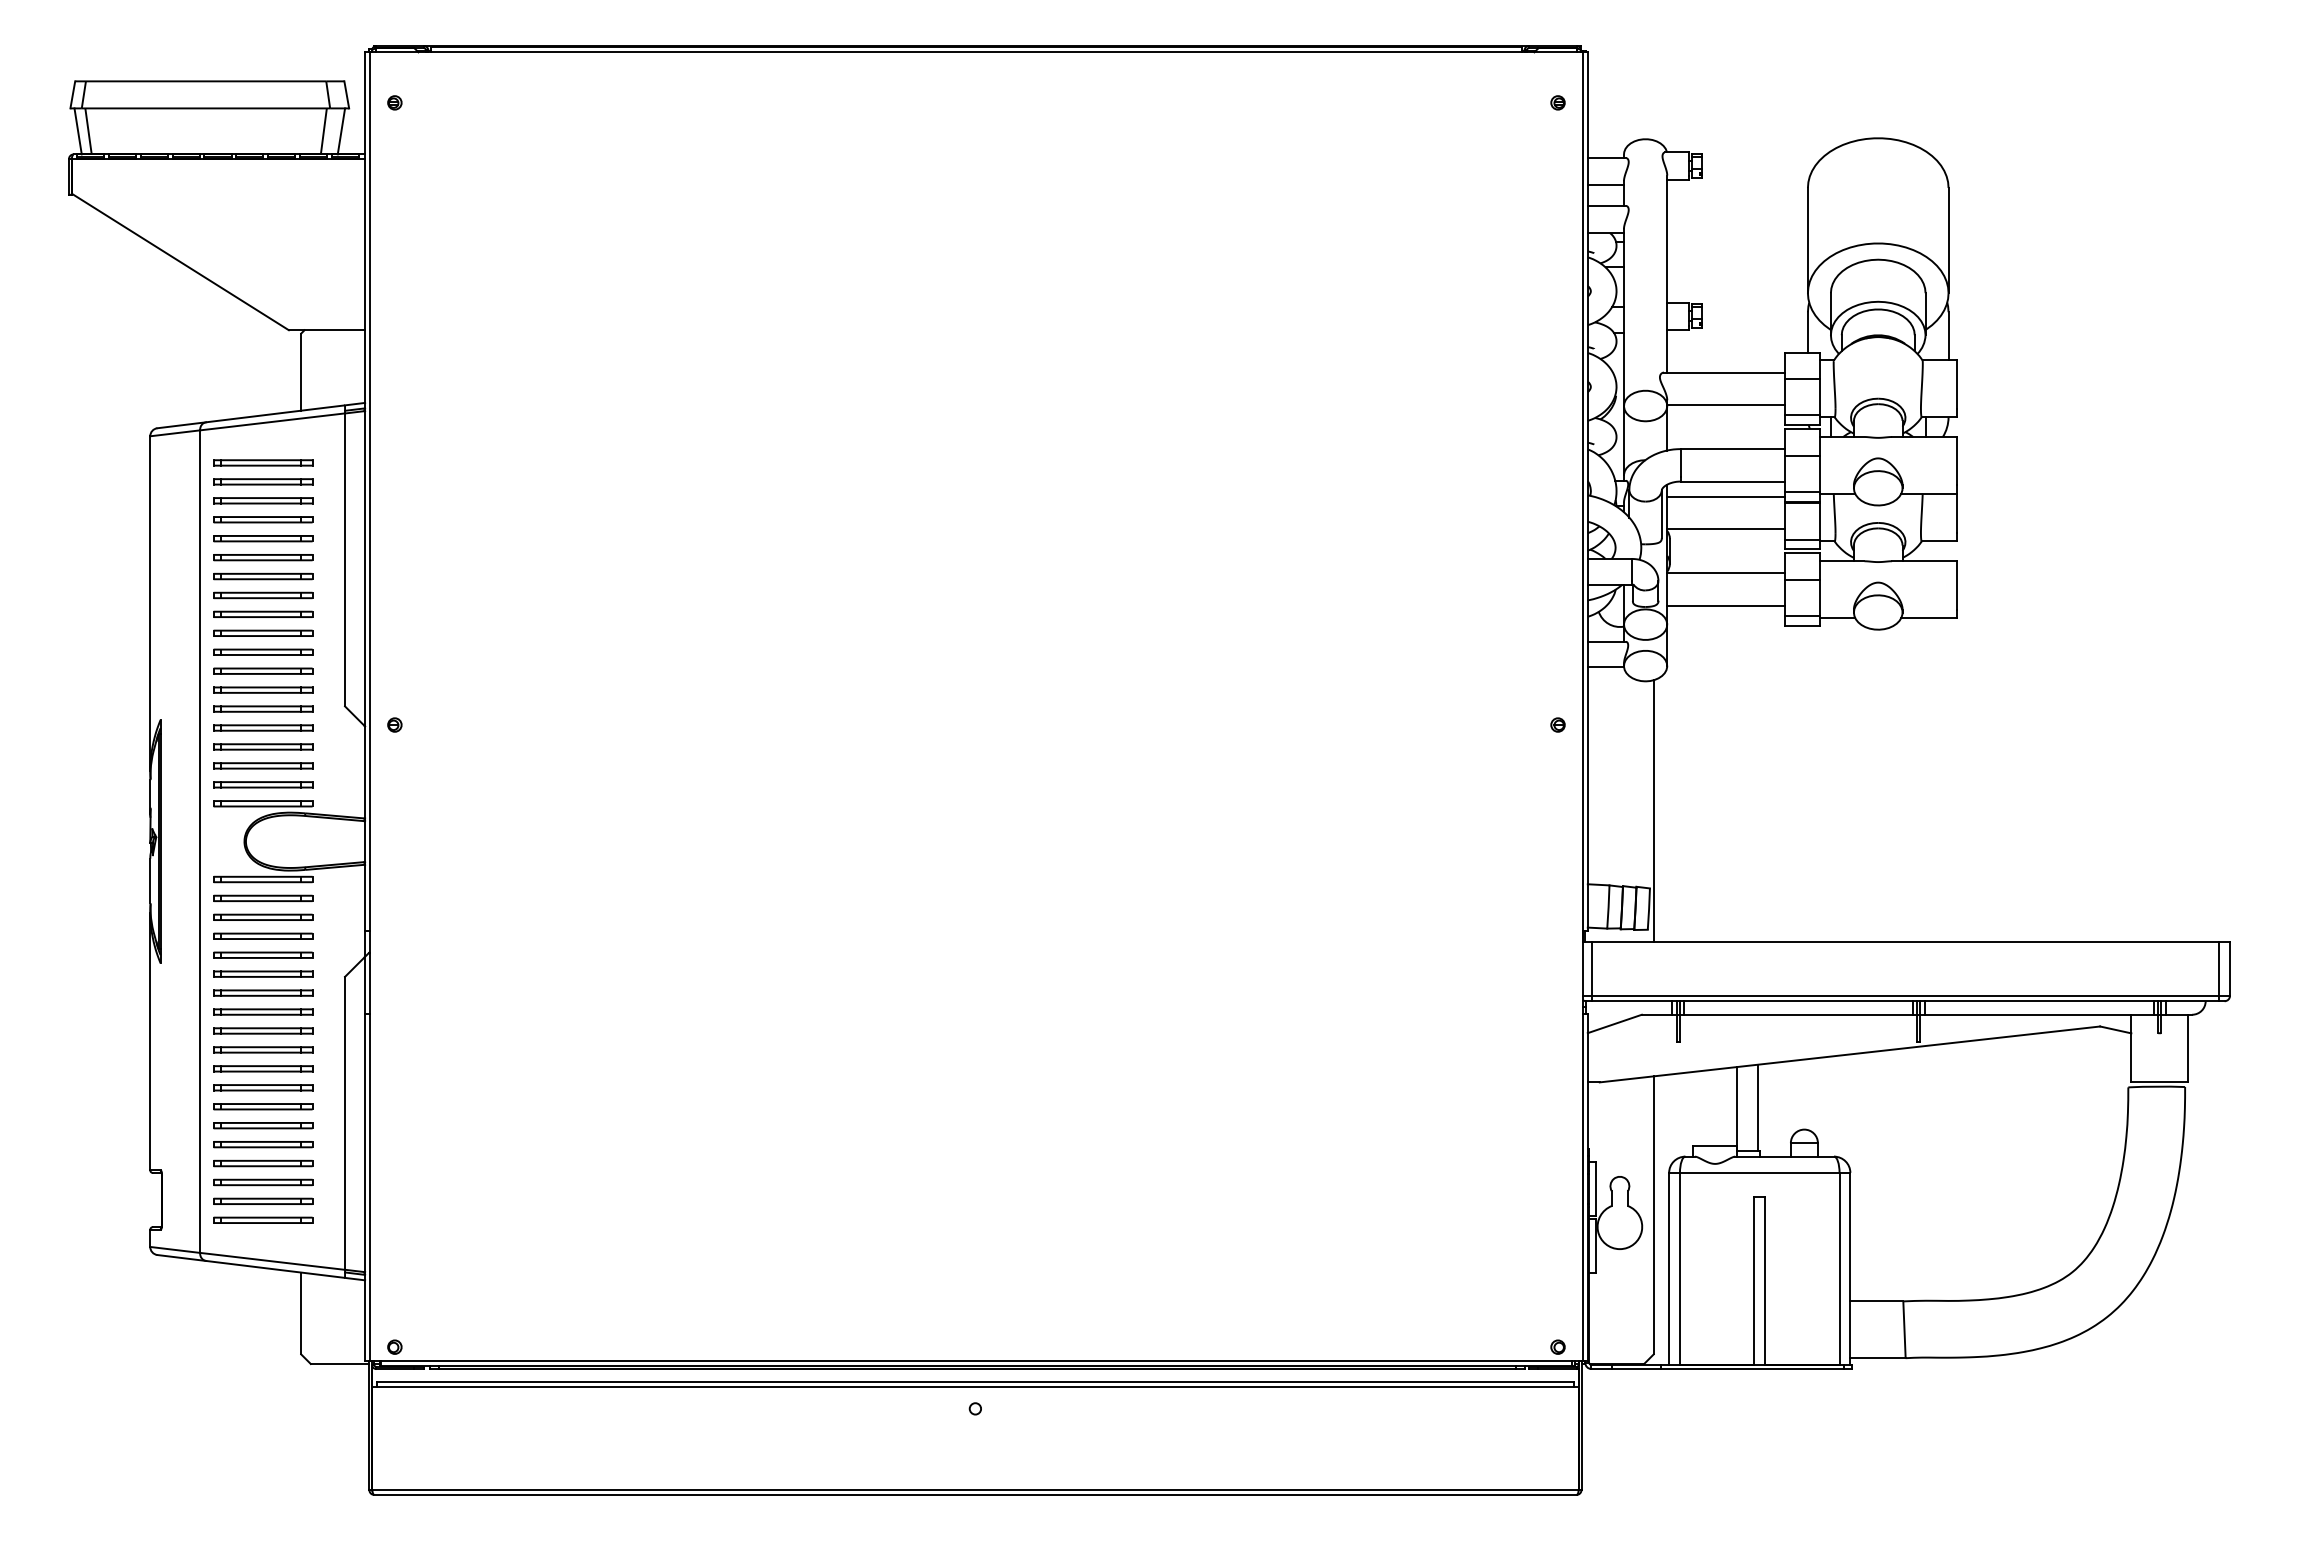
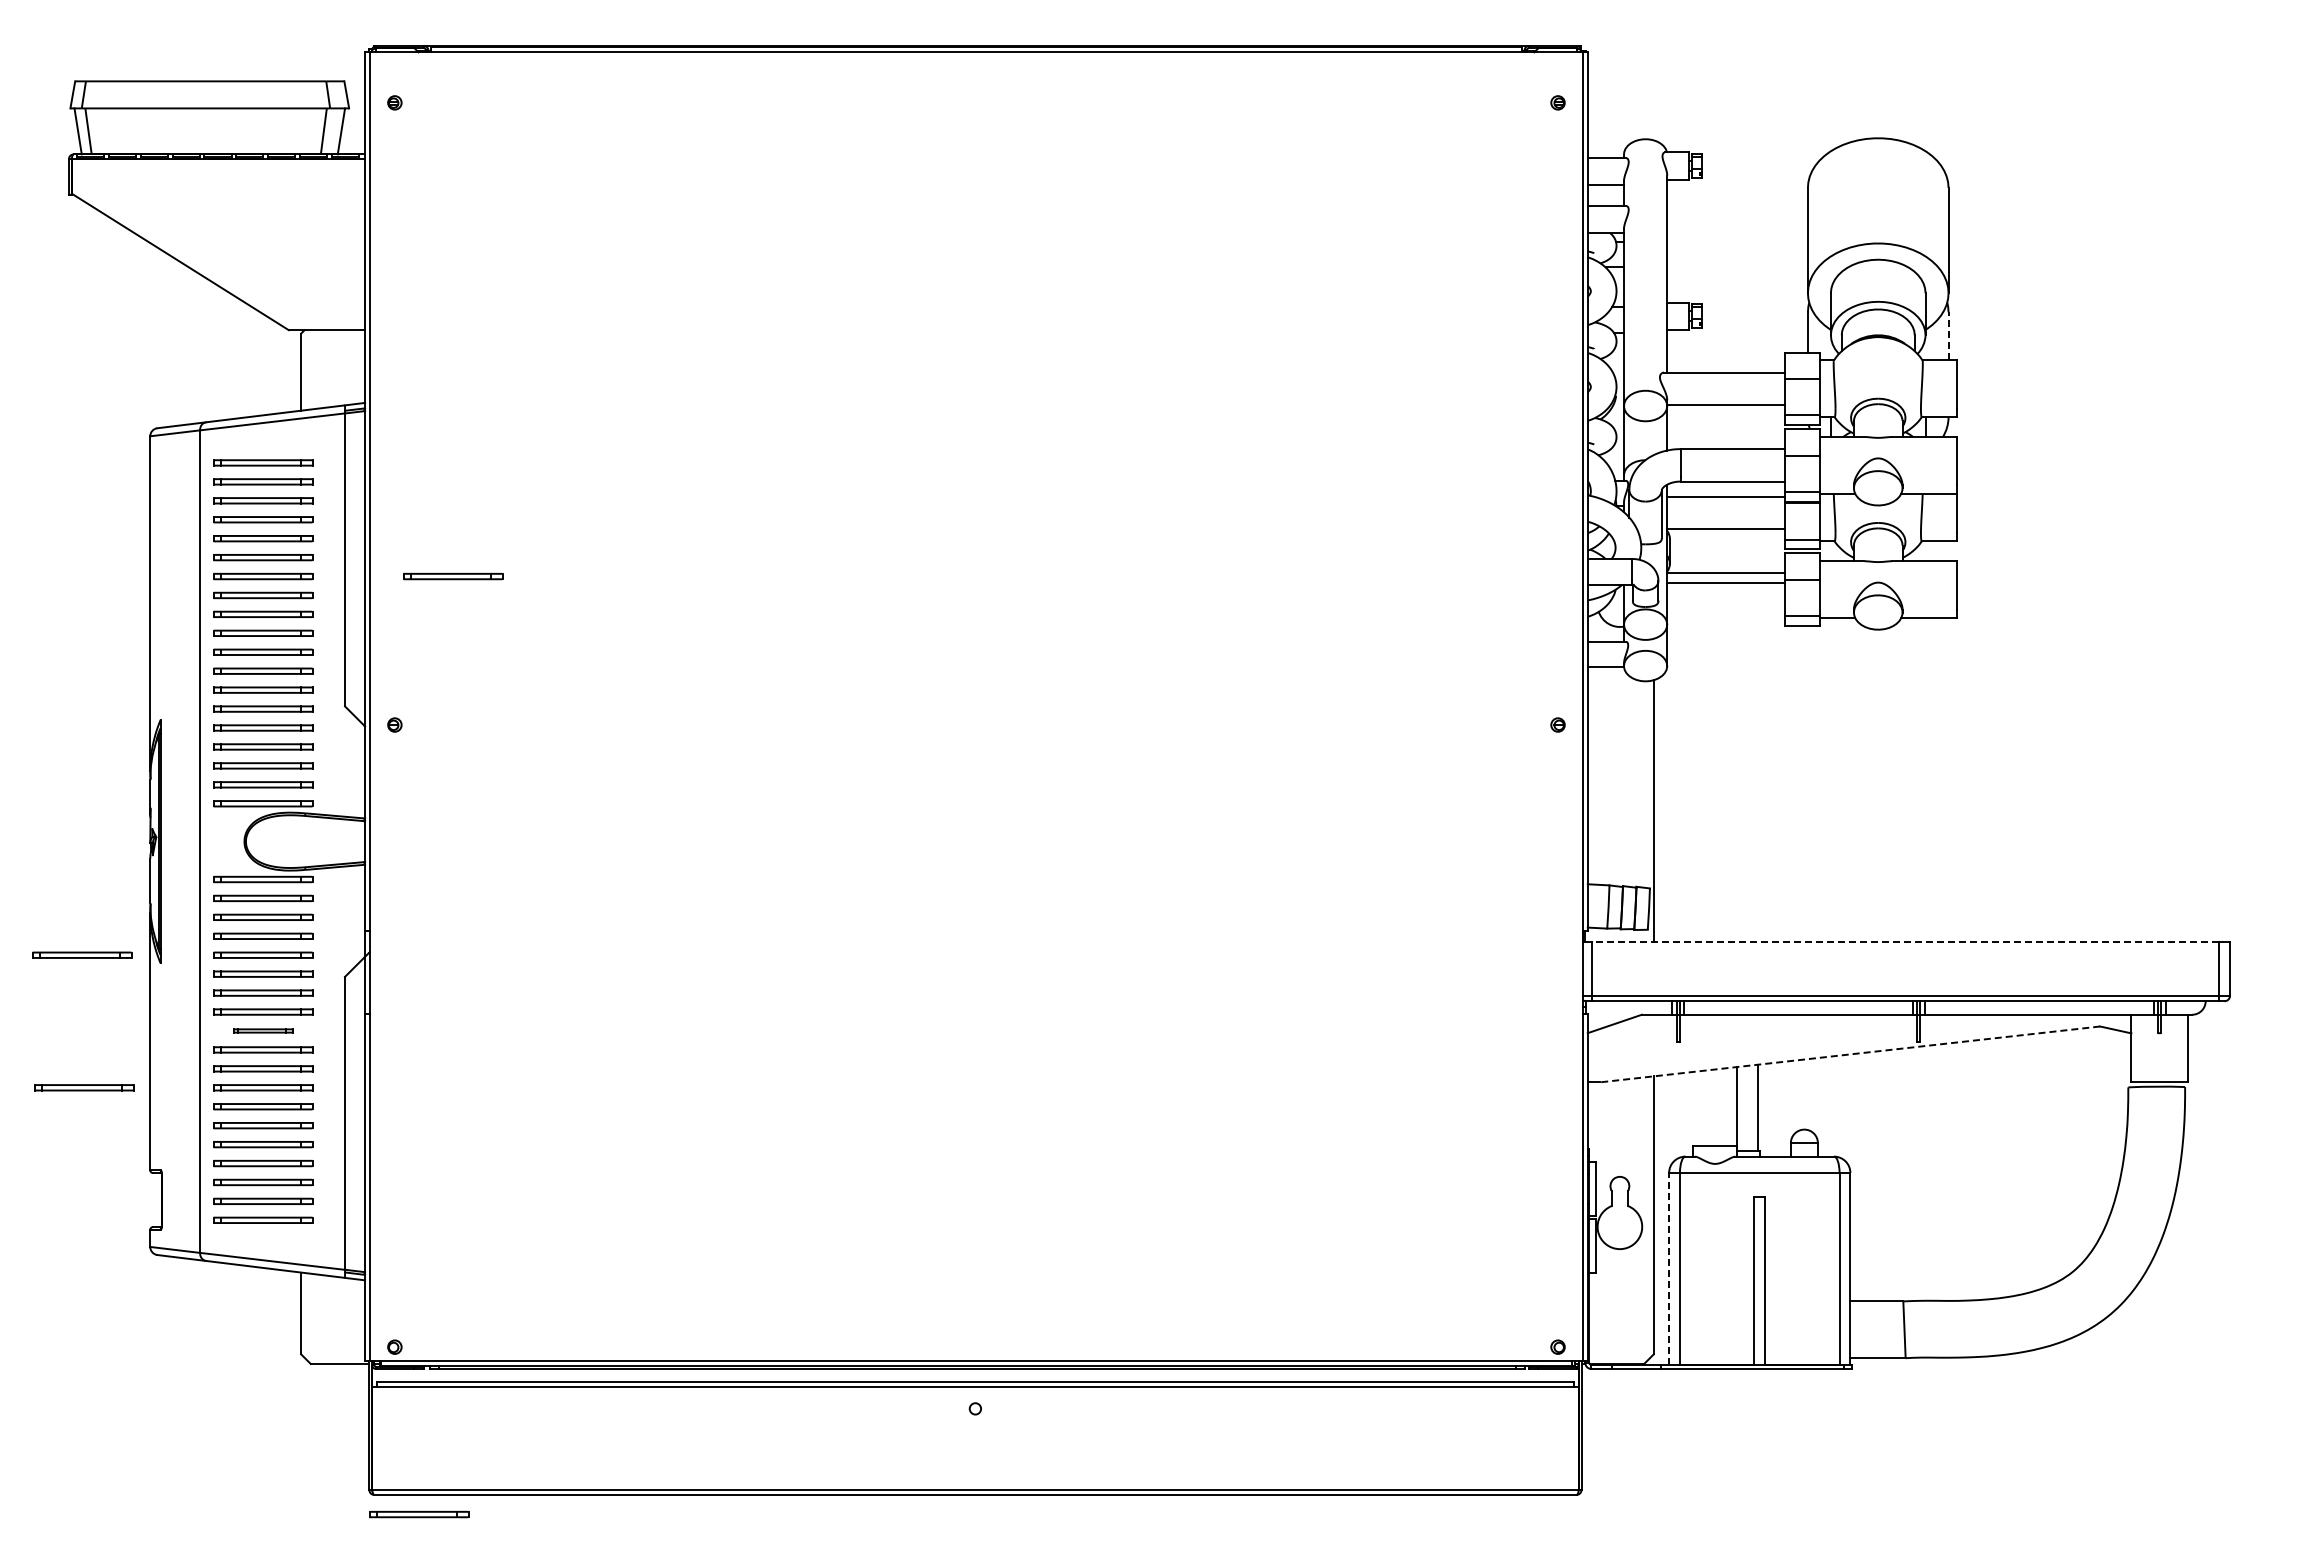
line at (1948, 335): solid -> dashed
part at (453, 576): none -> present
line at (1725, 605) position: (1725, 605) -> (1725, 582)
line at (1905, 941): solid -> dashed
part at (82, 954): none -> present
part at (263, 1030) size: 101x8 px -> 61x6 px
line at (1849, 1054): solid -> dashed
part at (84, 1087): none -> present
line at (1669, 1268): solid -> dashed
part at (419, 1514): none -> present
